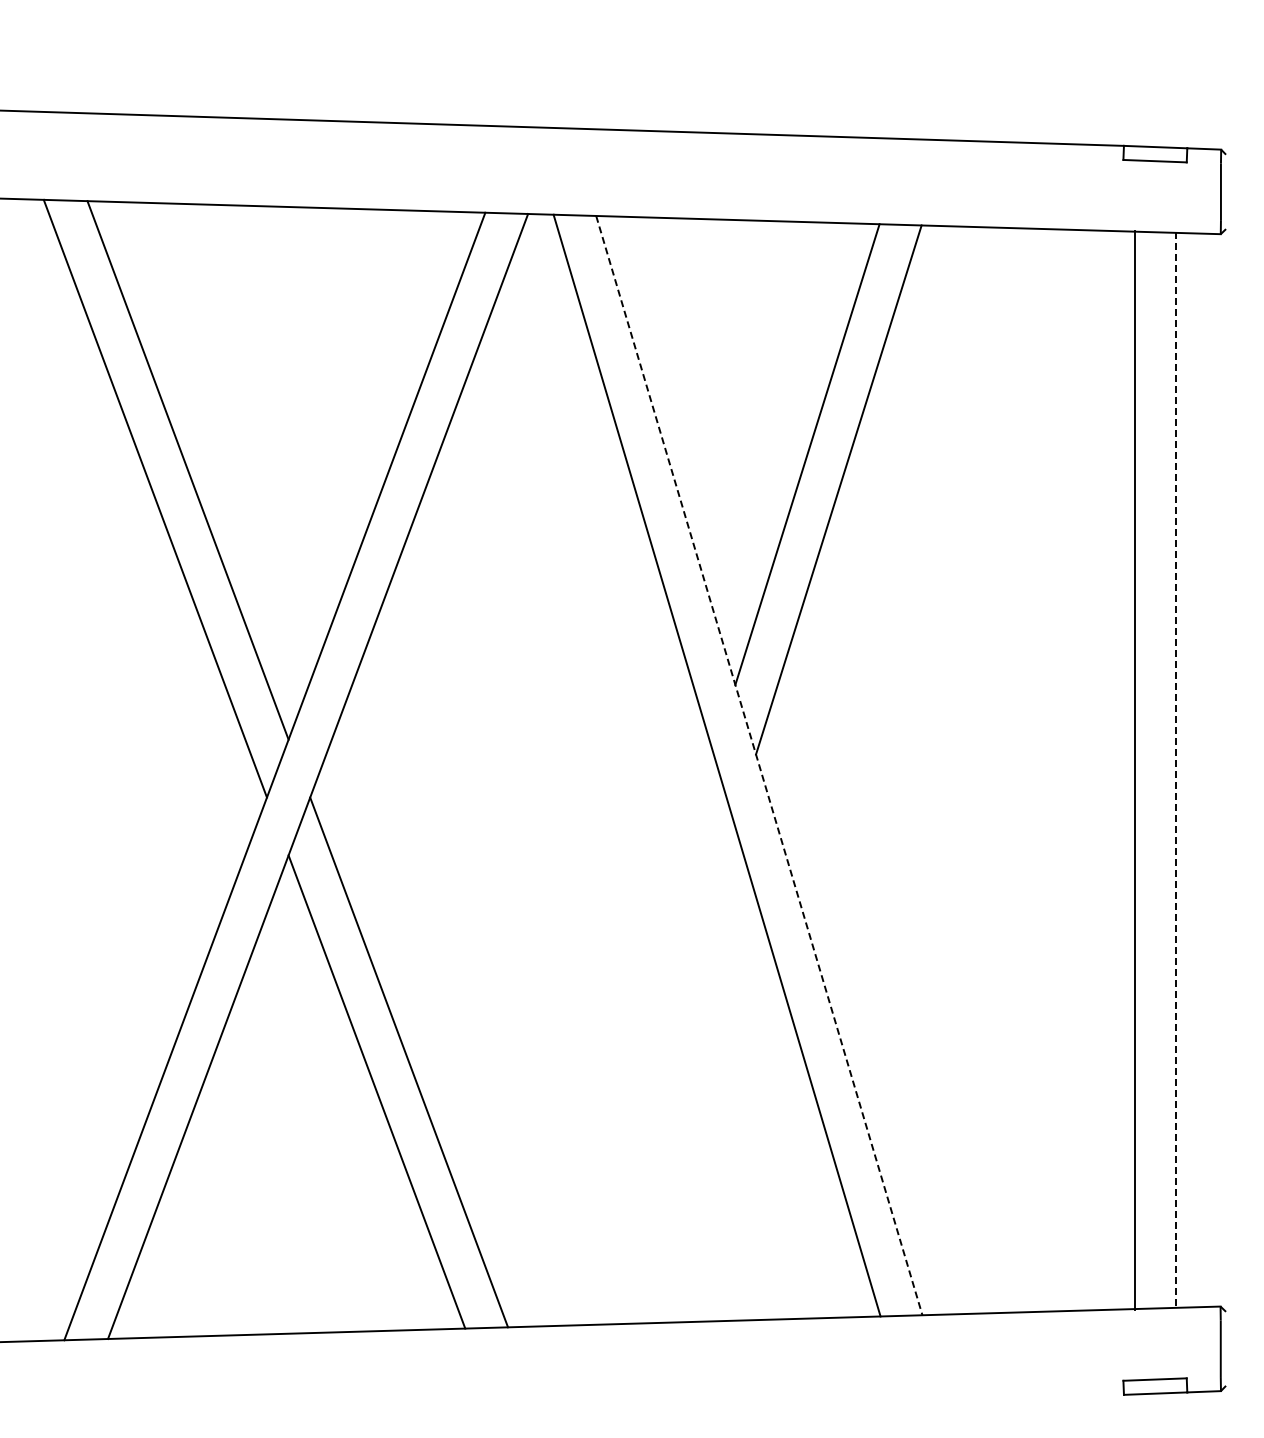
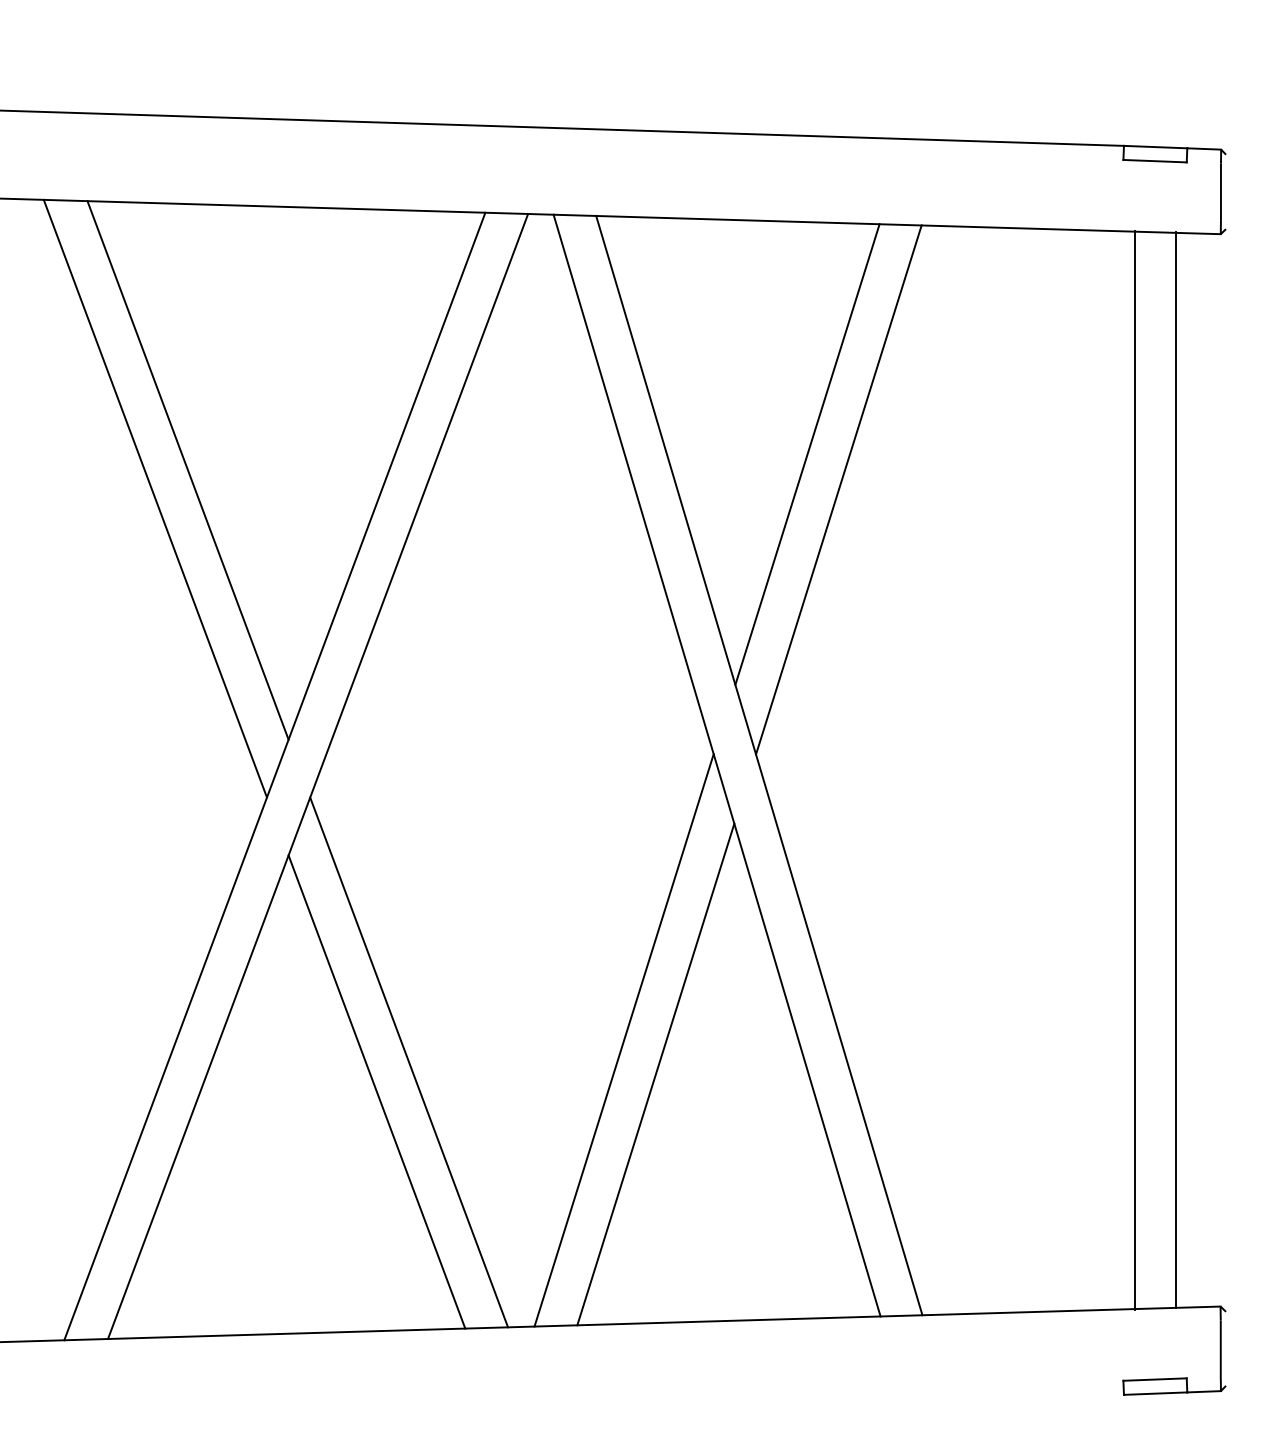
line at (759, 766): dashed -> solid
line at (1175, 770): dashed -> solid
line at (623, 1040): none -> present
line at (655, 1074): none -> present
